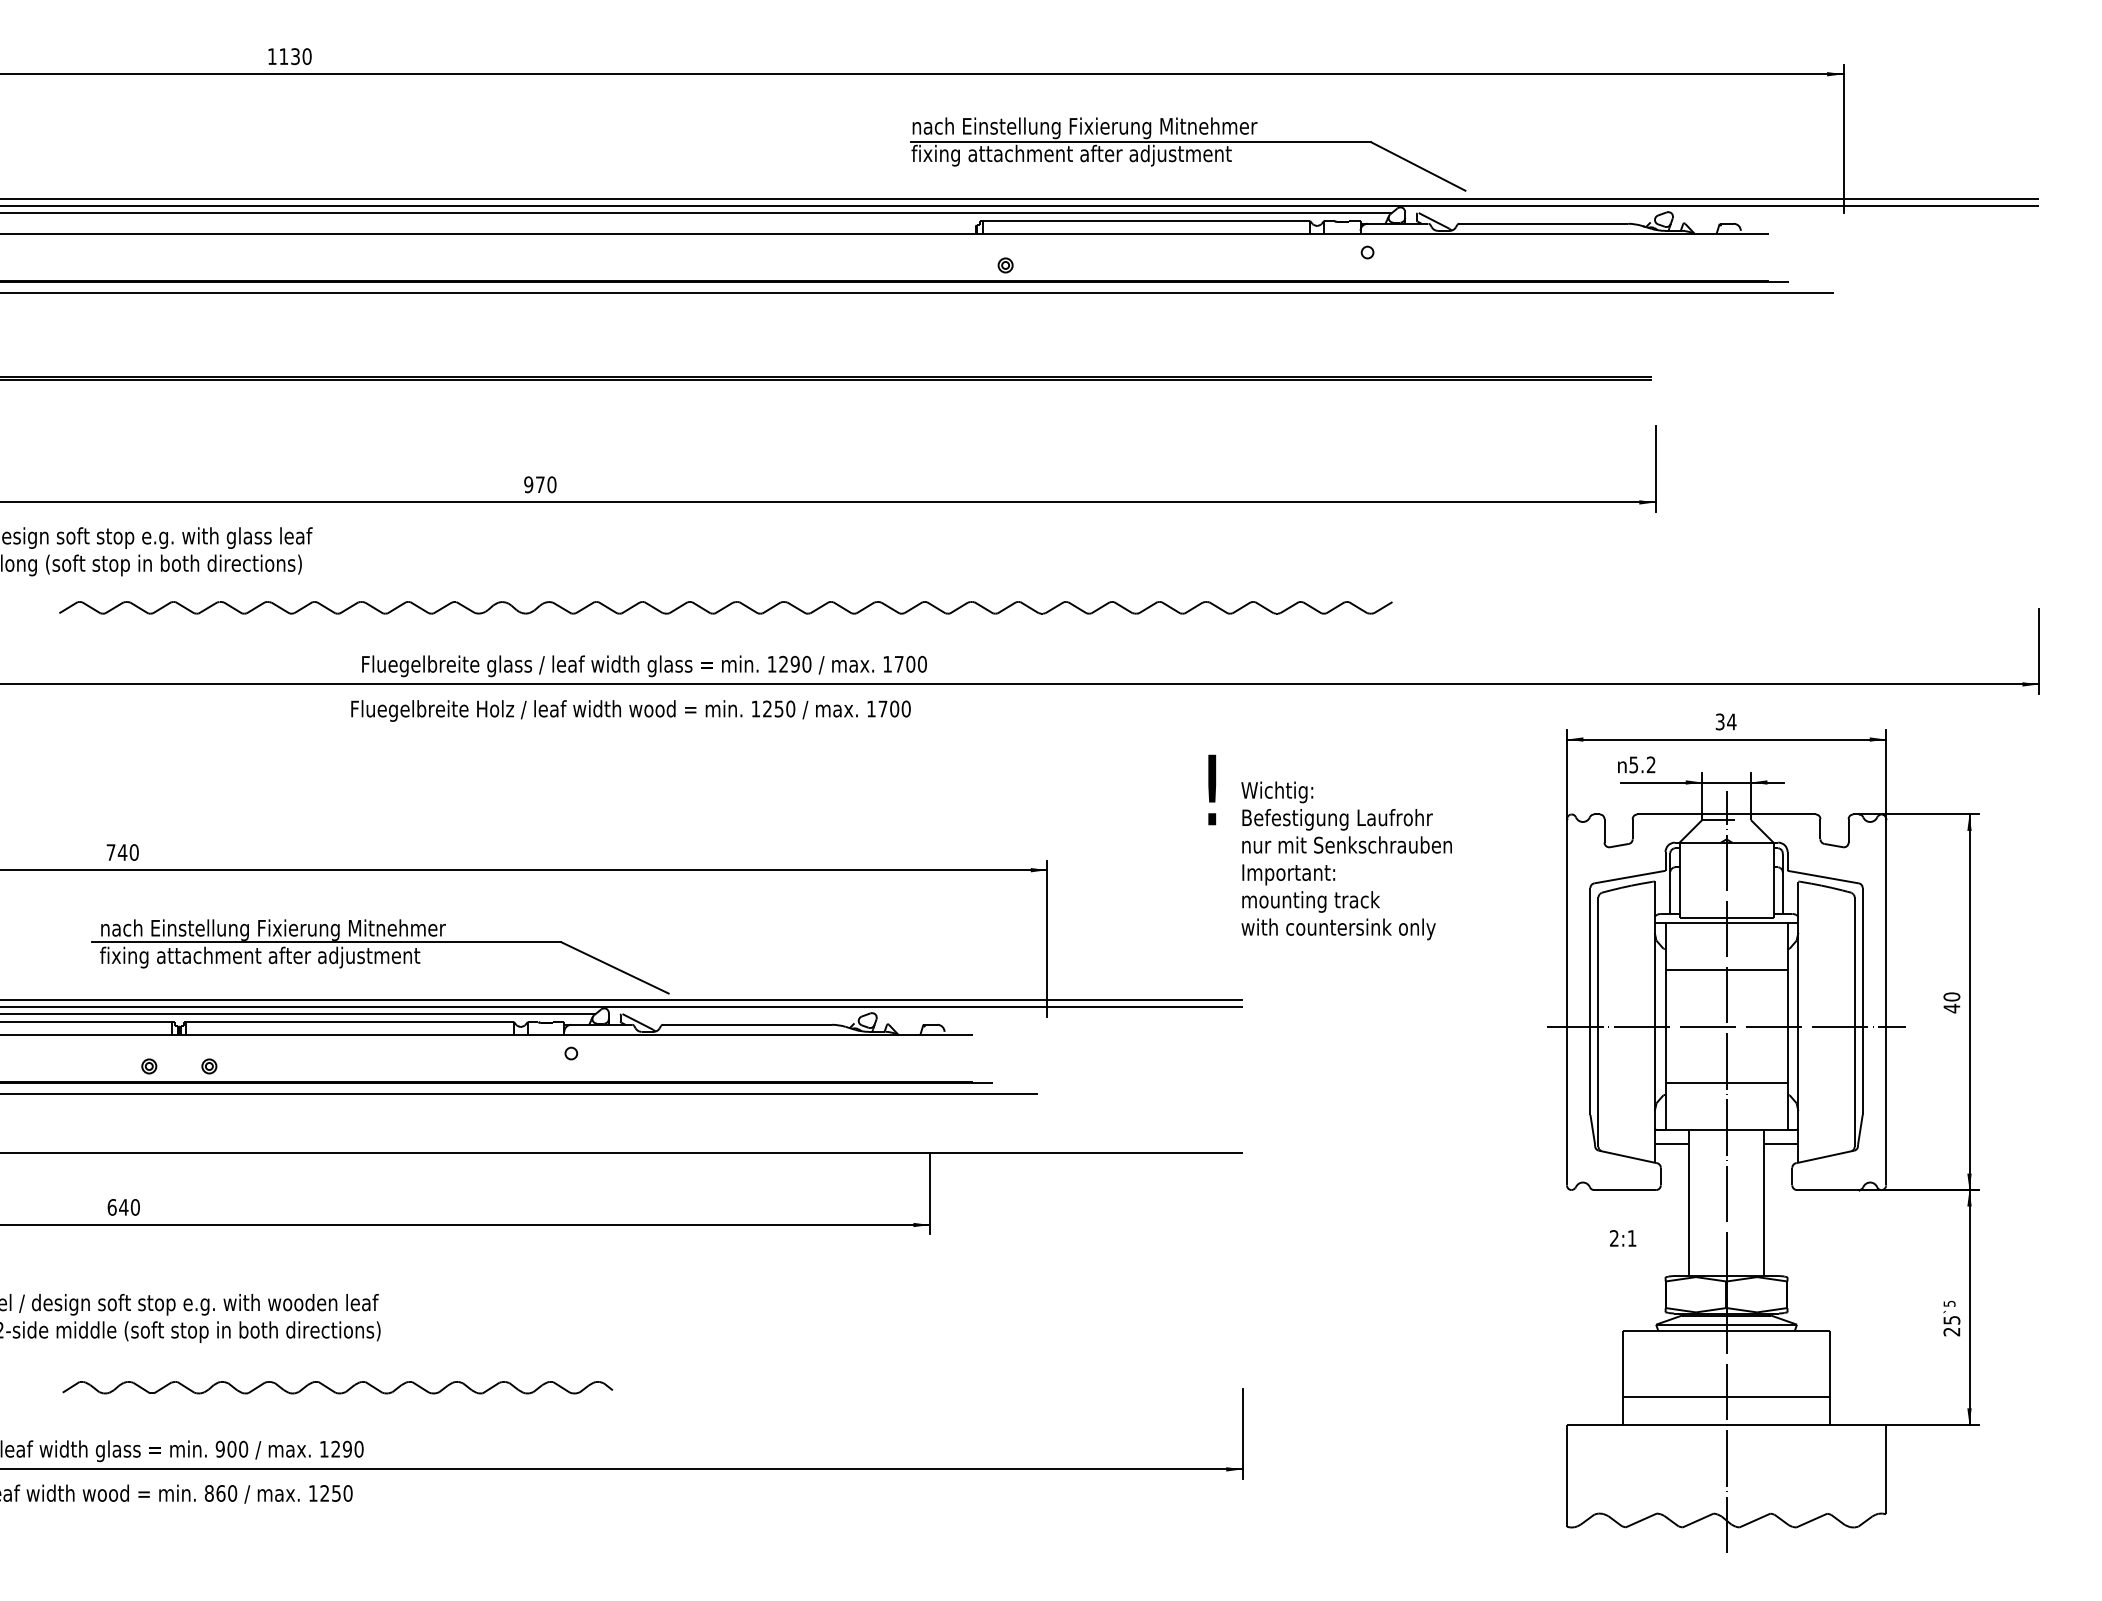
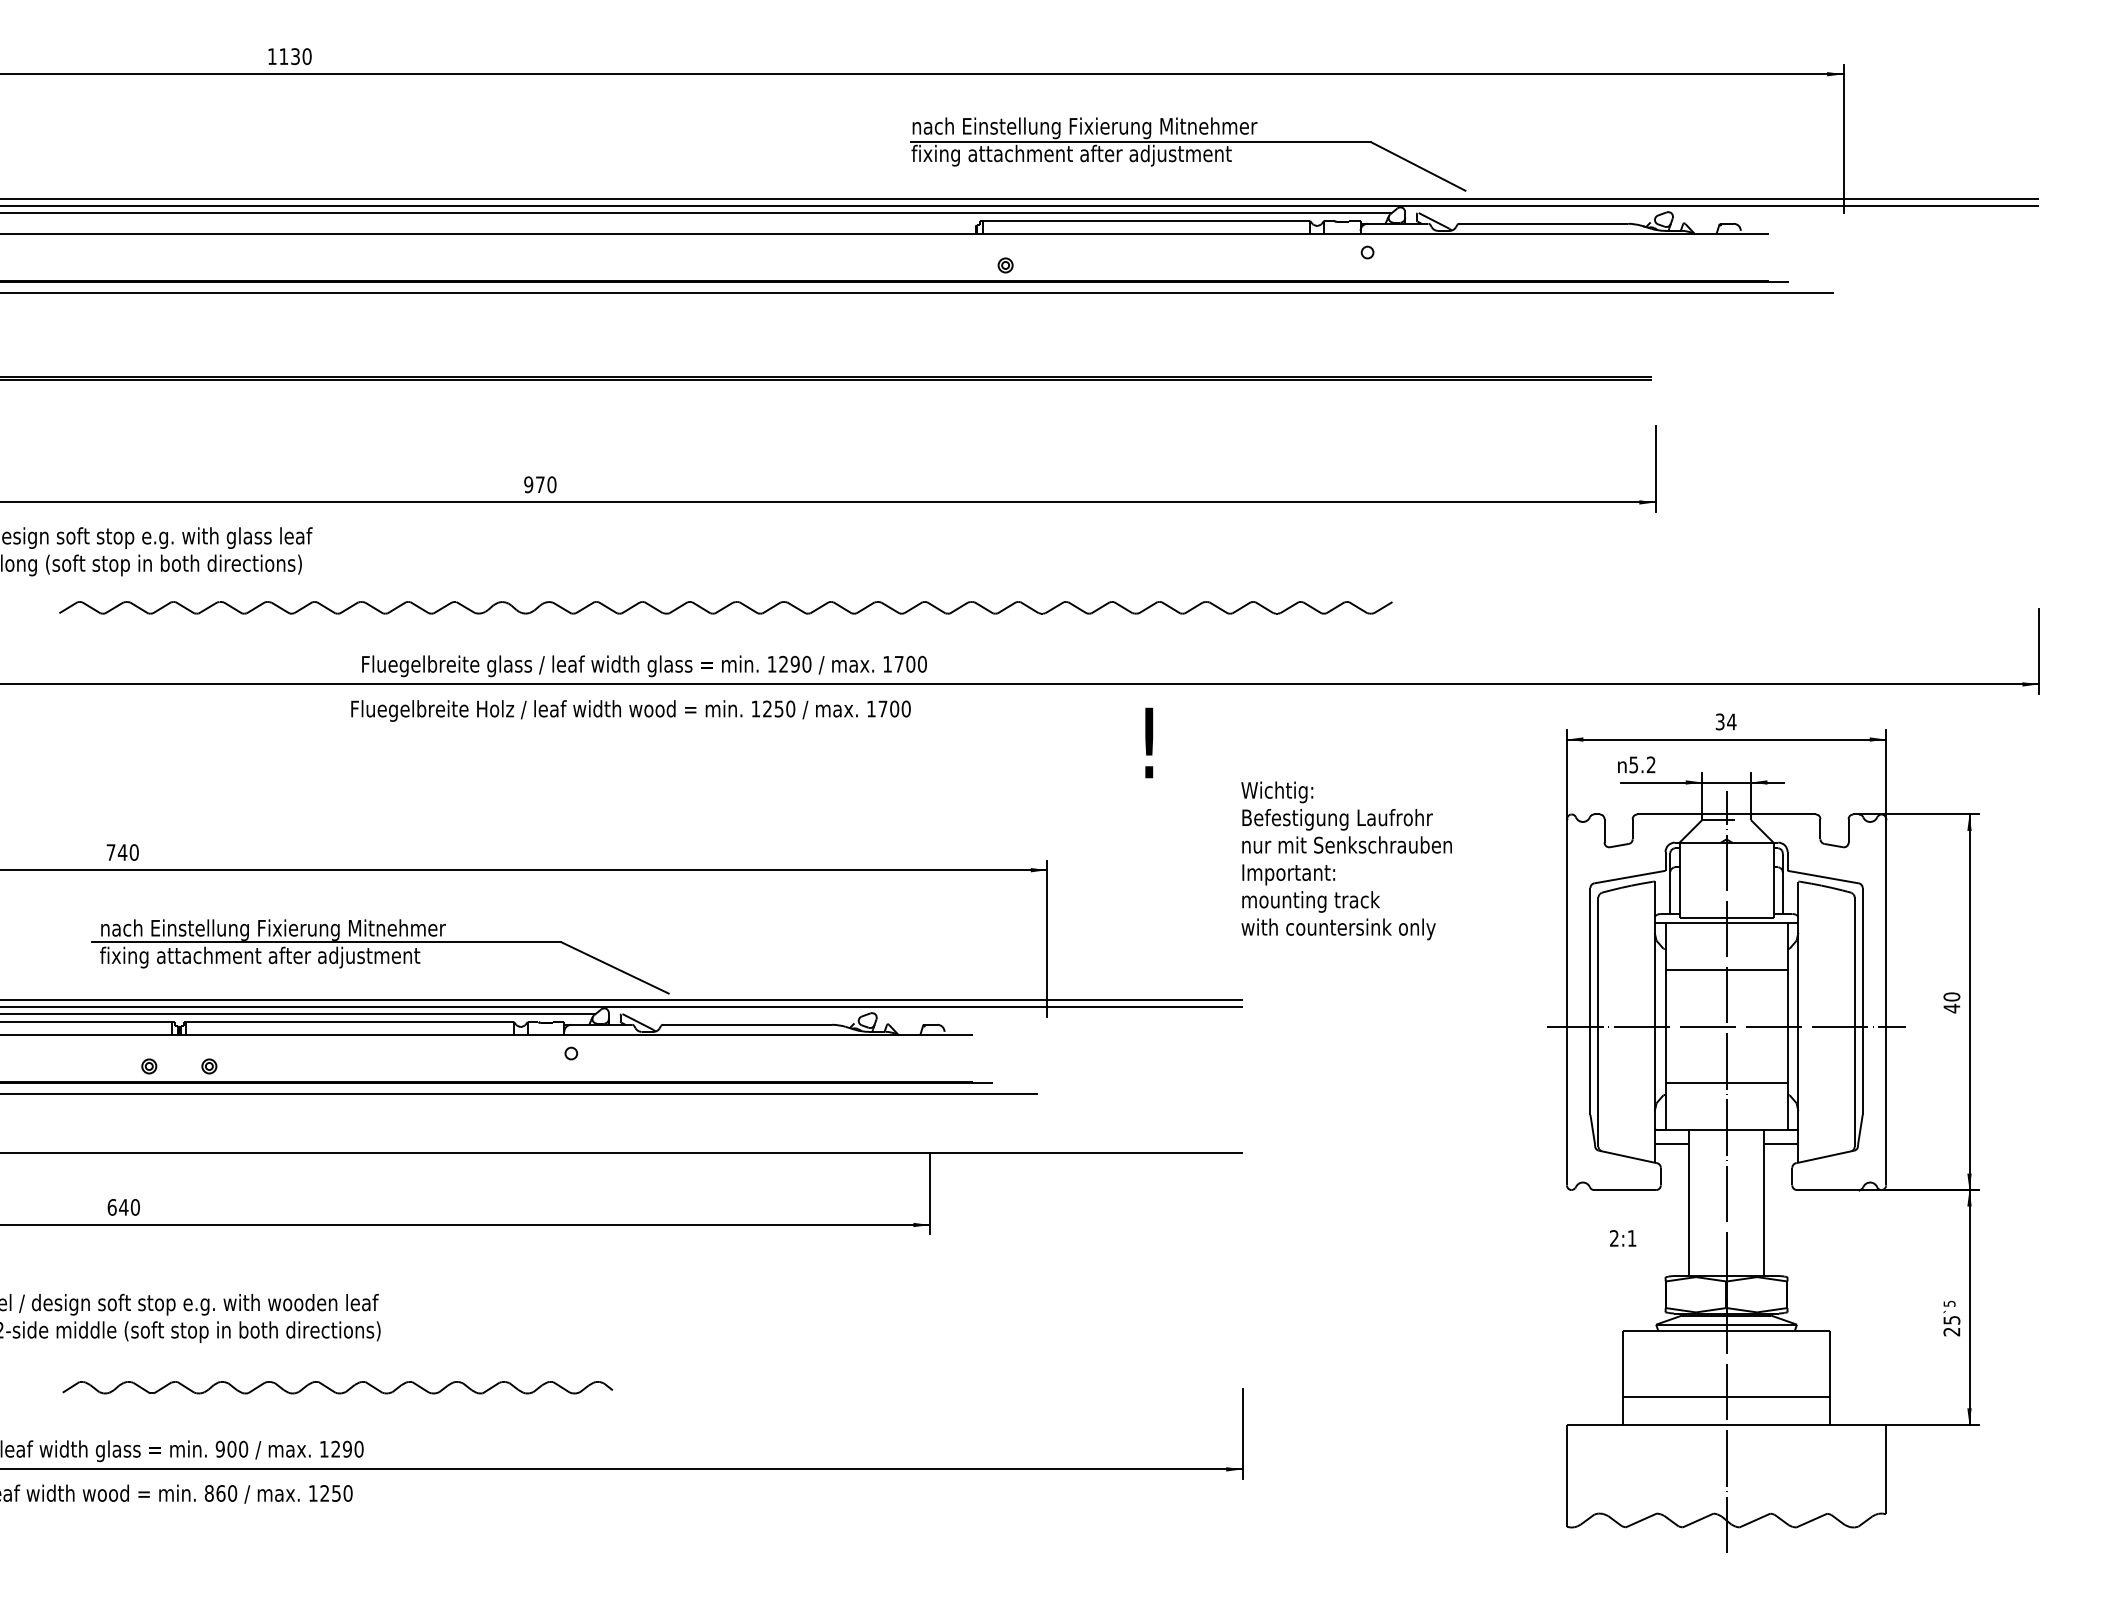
text at (1212, 789) position: (1212, 789) -> (1149, 742)
